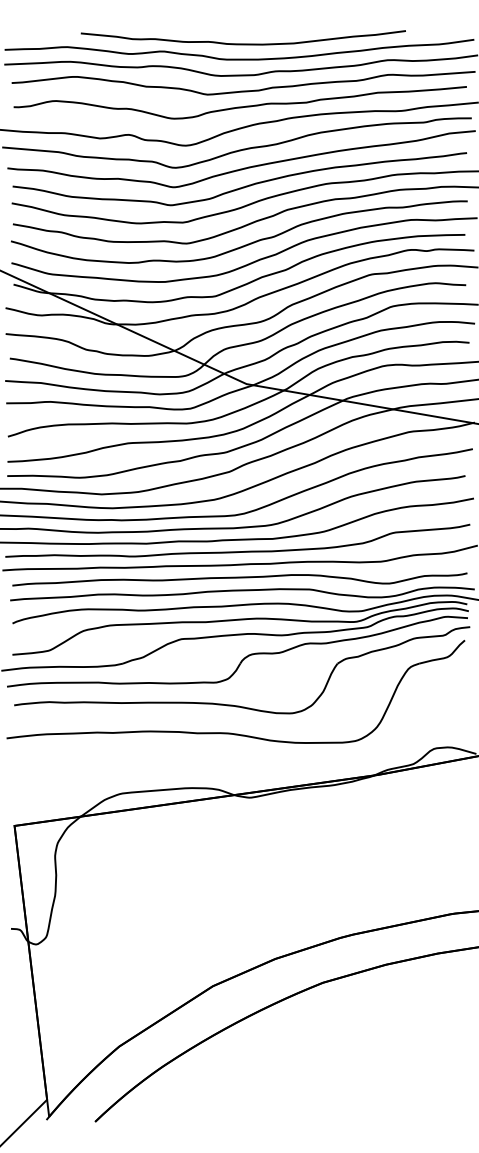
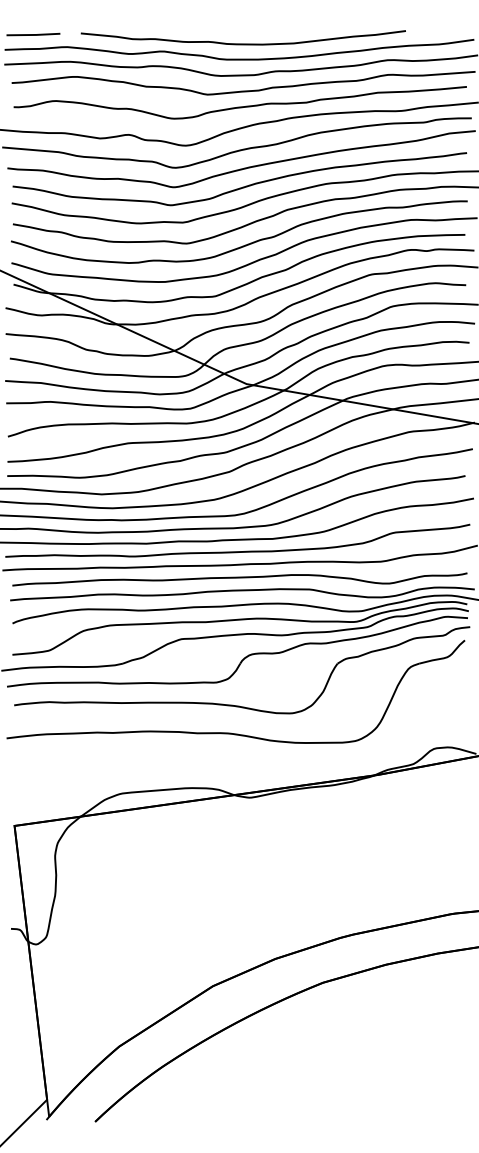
line at (33, 34): none -> present
